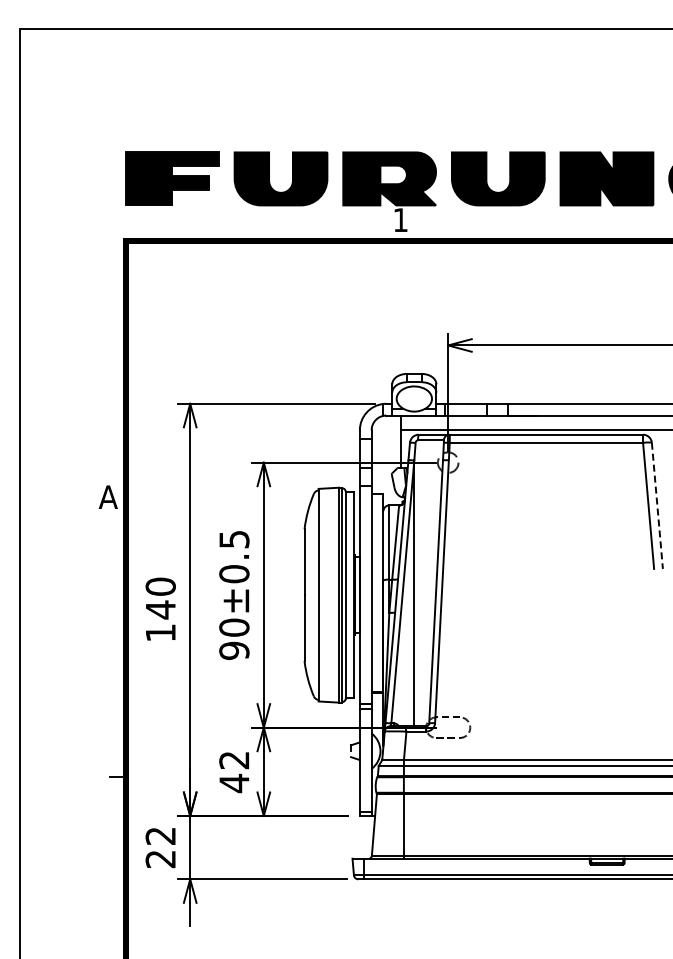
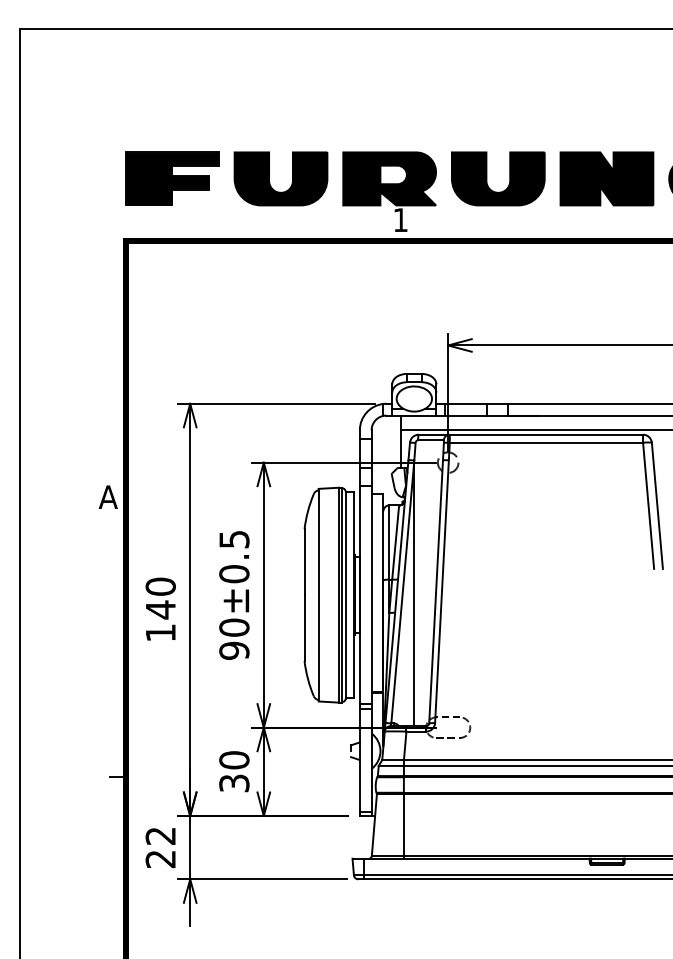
line at (657, 506): dashed -> solid
text at (234, 772): 42 -> 30
